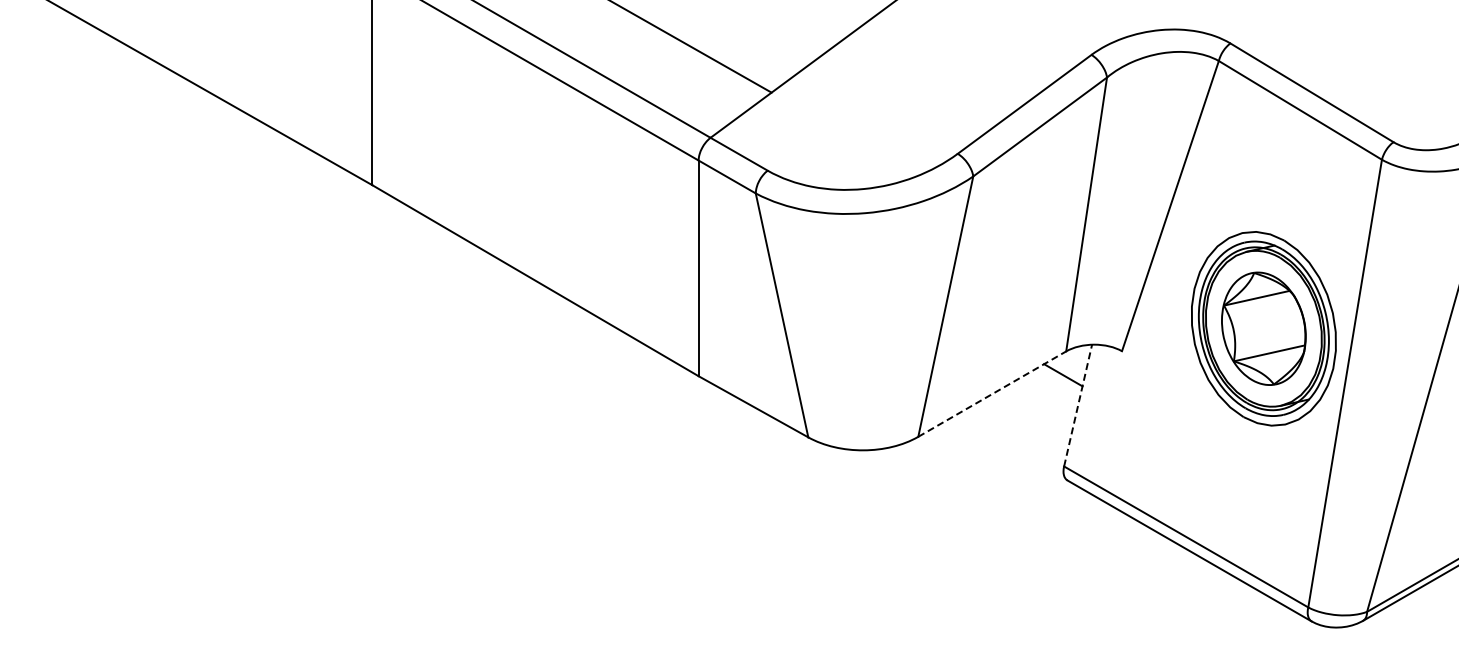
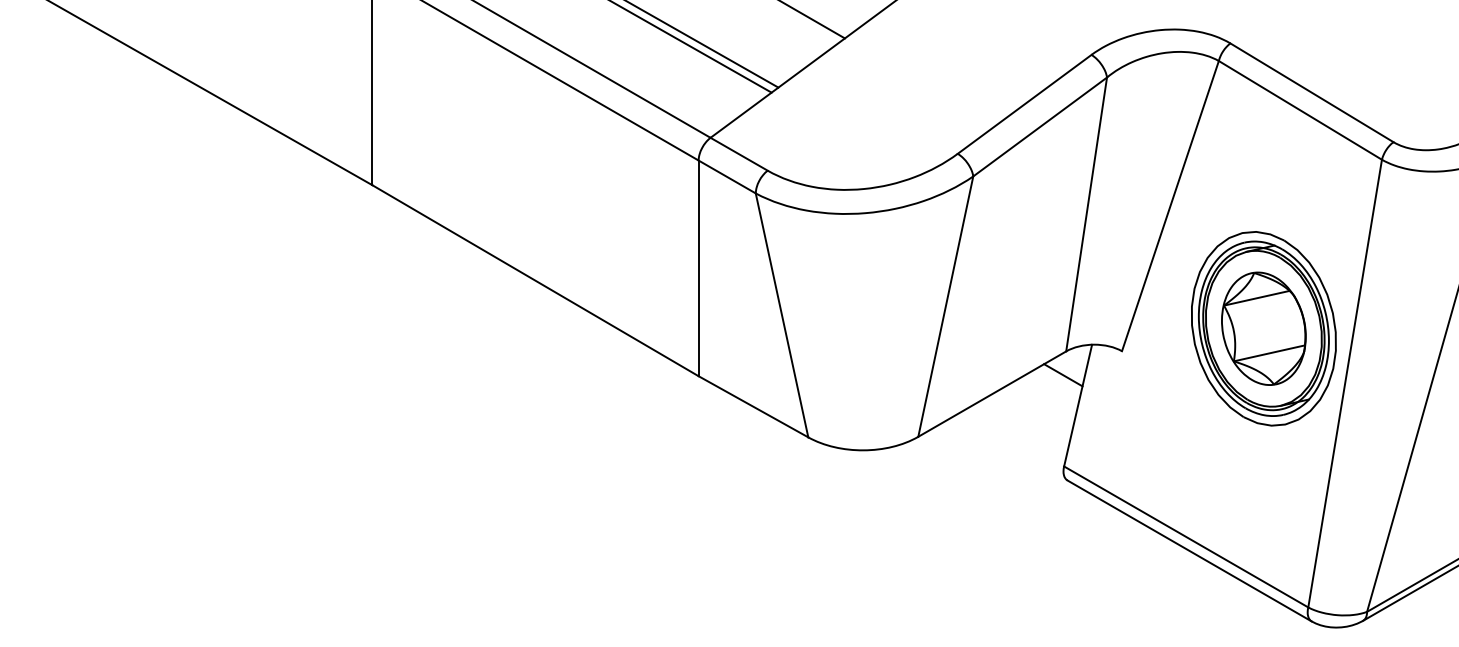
line at (813, 20): none -> present
line at (703, 44): none -> present
line at (992, 393): dashed -> solid
line at (1078, 405): dashed -> solid
